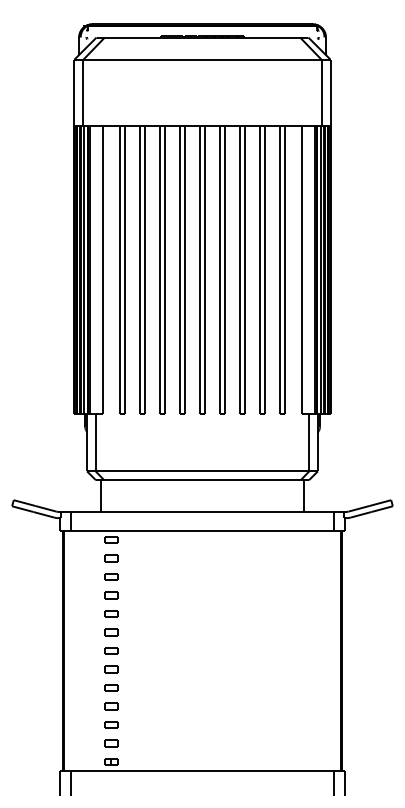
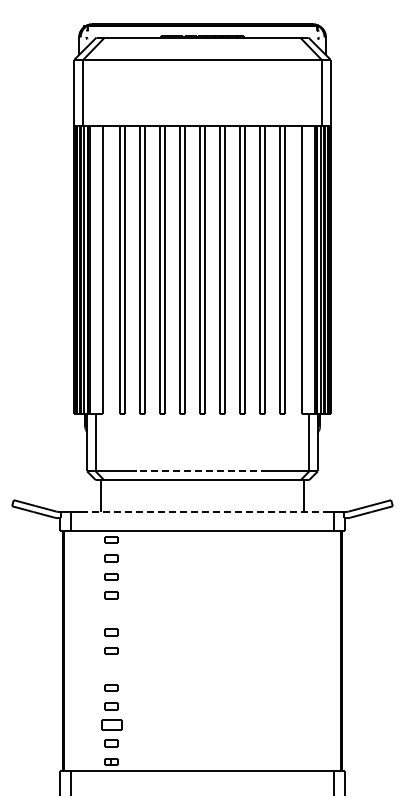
line at (202, 471): solid -> dashed
line at (202, 511): solid -> dashed
part at (111, 613): present -> none
part at (111, 669): present -> none
part at (111, 724) size: 15x8 px -> 22x12 px
